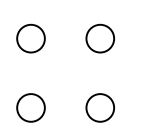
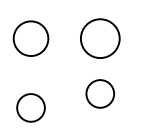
circle at (30, 38) size: 30x31 px -> 38x37 px
circle at (100, 38) diameter: 28 px -> 39 px
circle at (99, 107) position: (99, 107) -> (99, 93)
